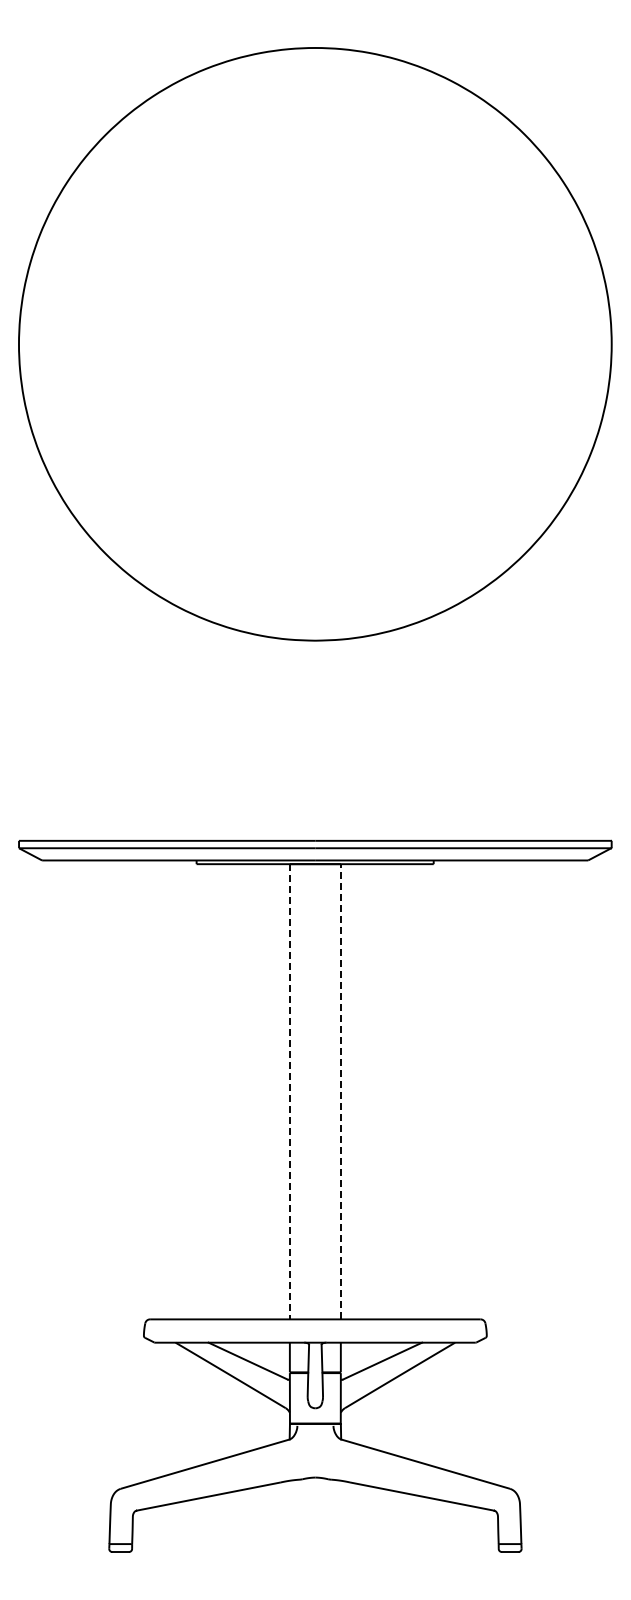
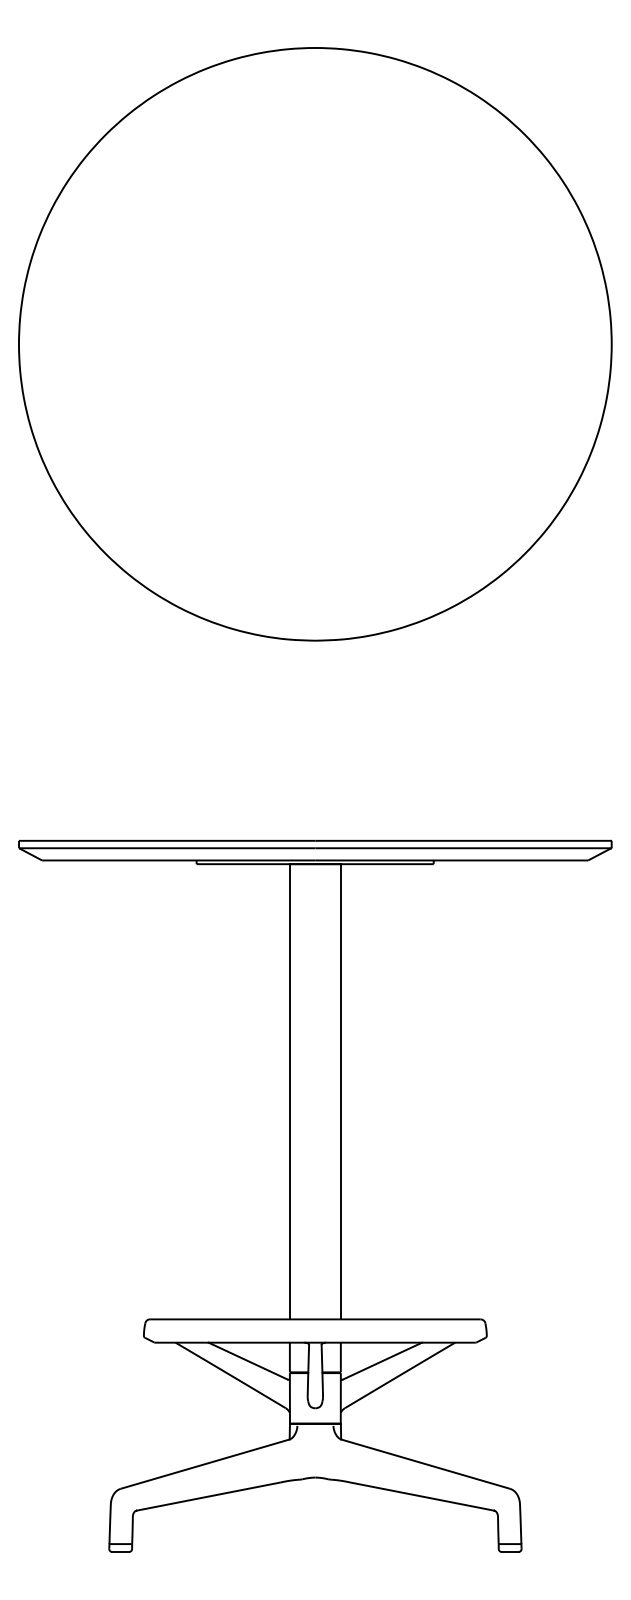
line at (289, 1091): dashed -> solid
line at (340, 1091): dashed -> solid
